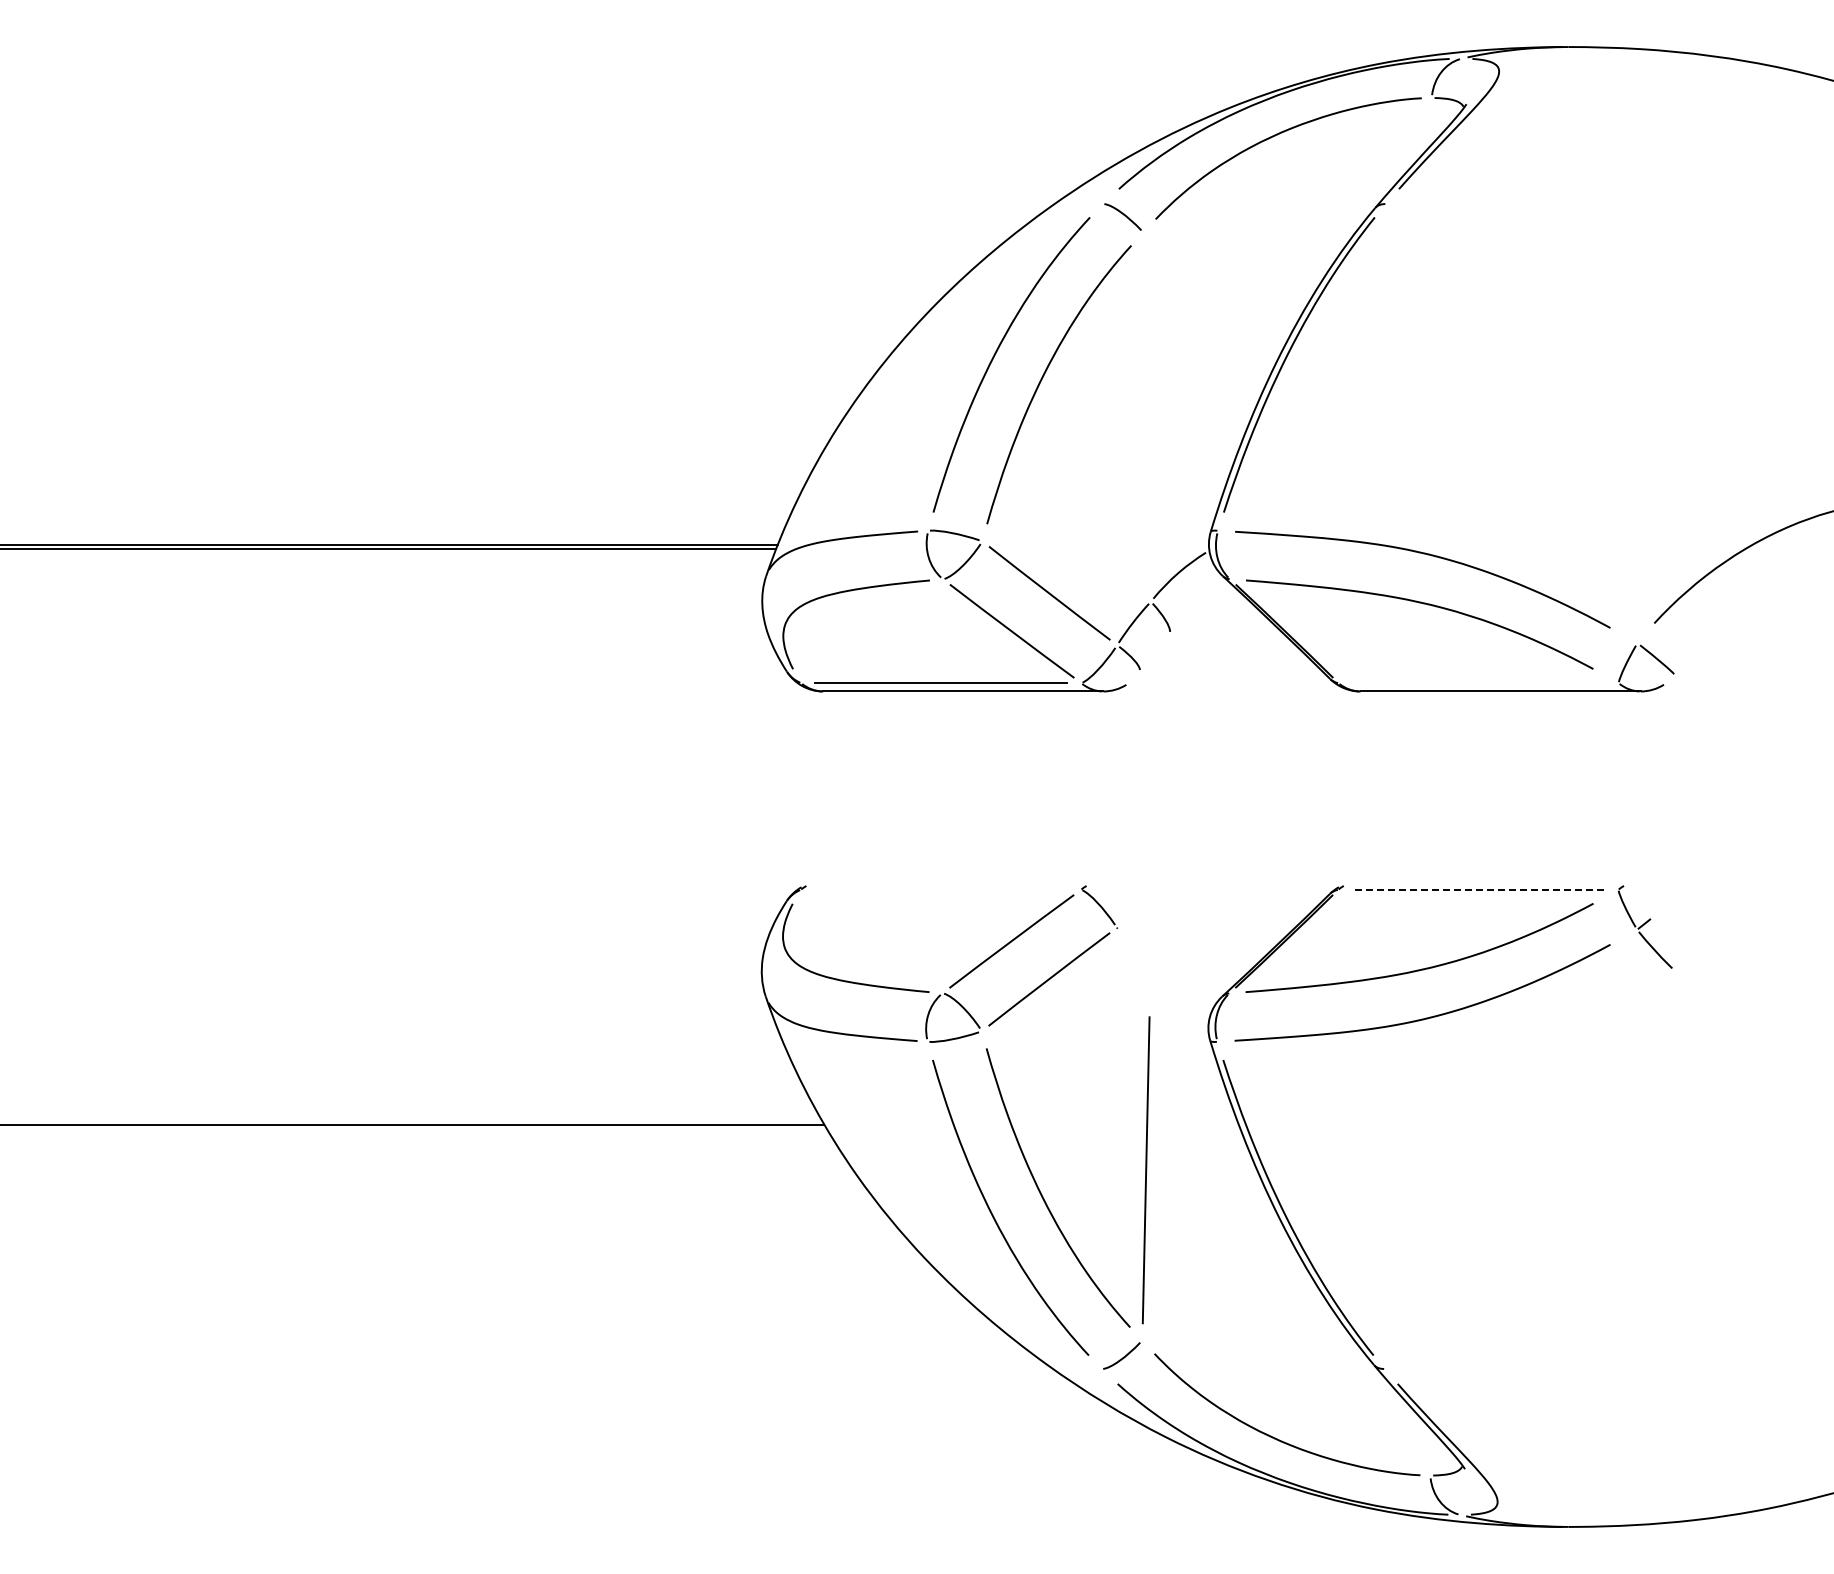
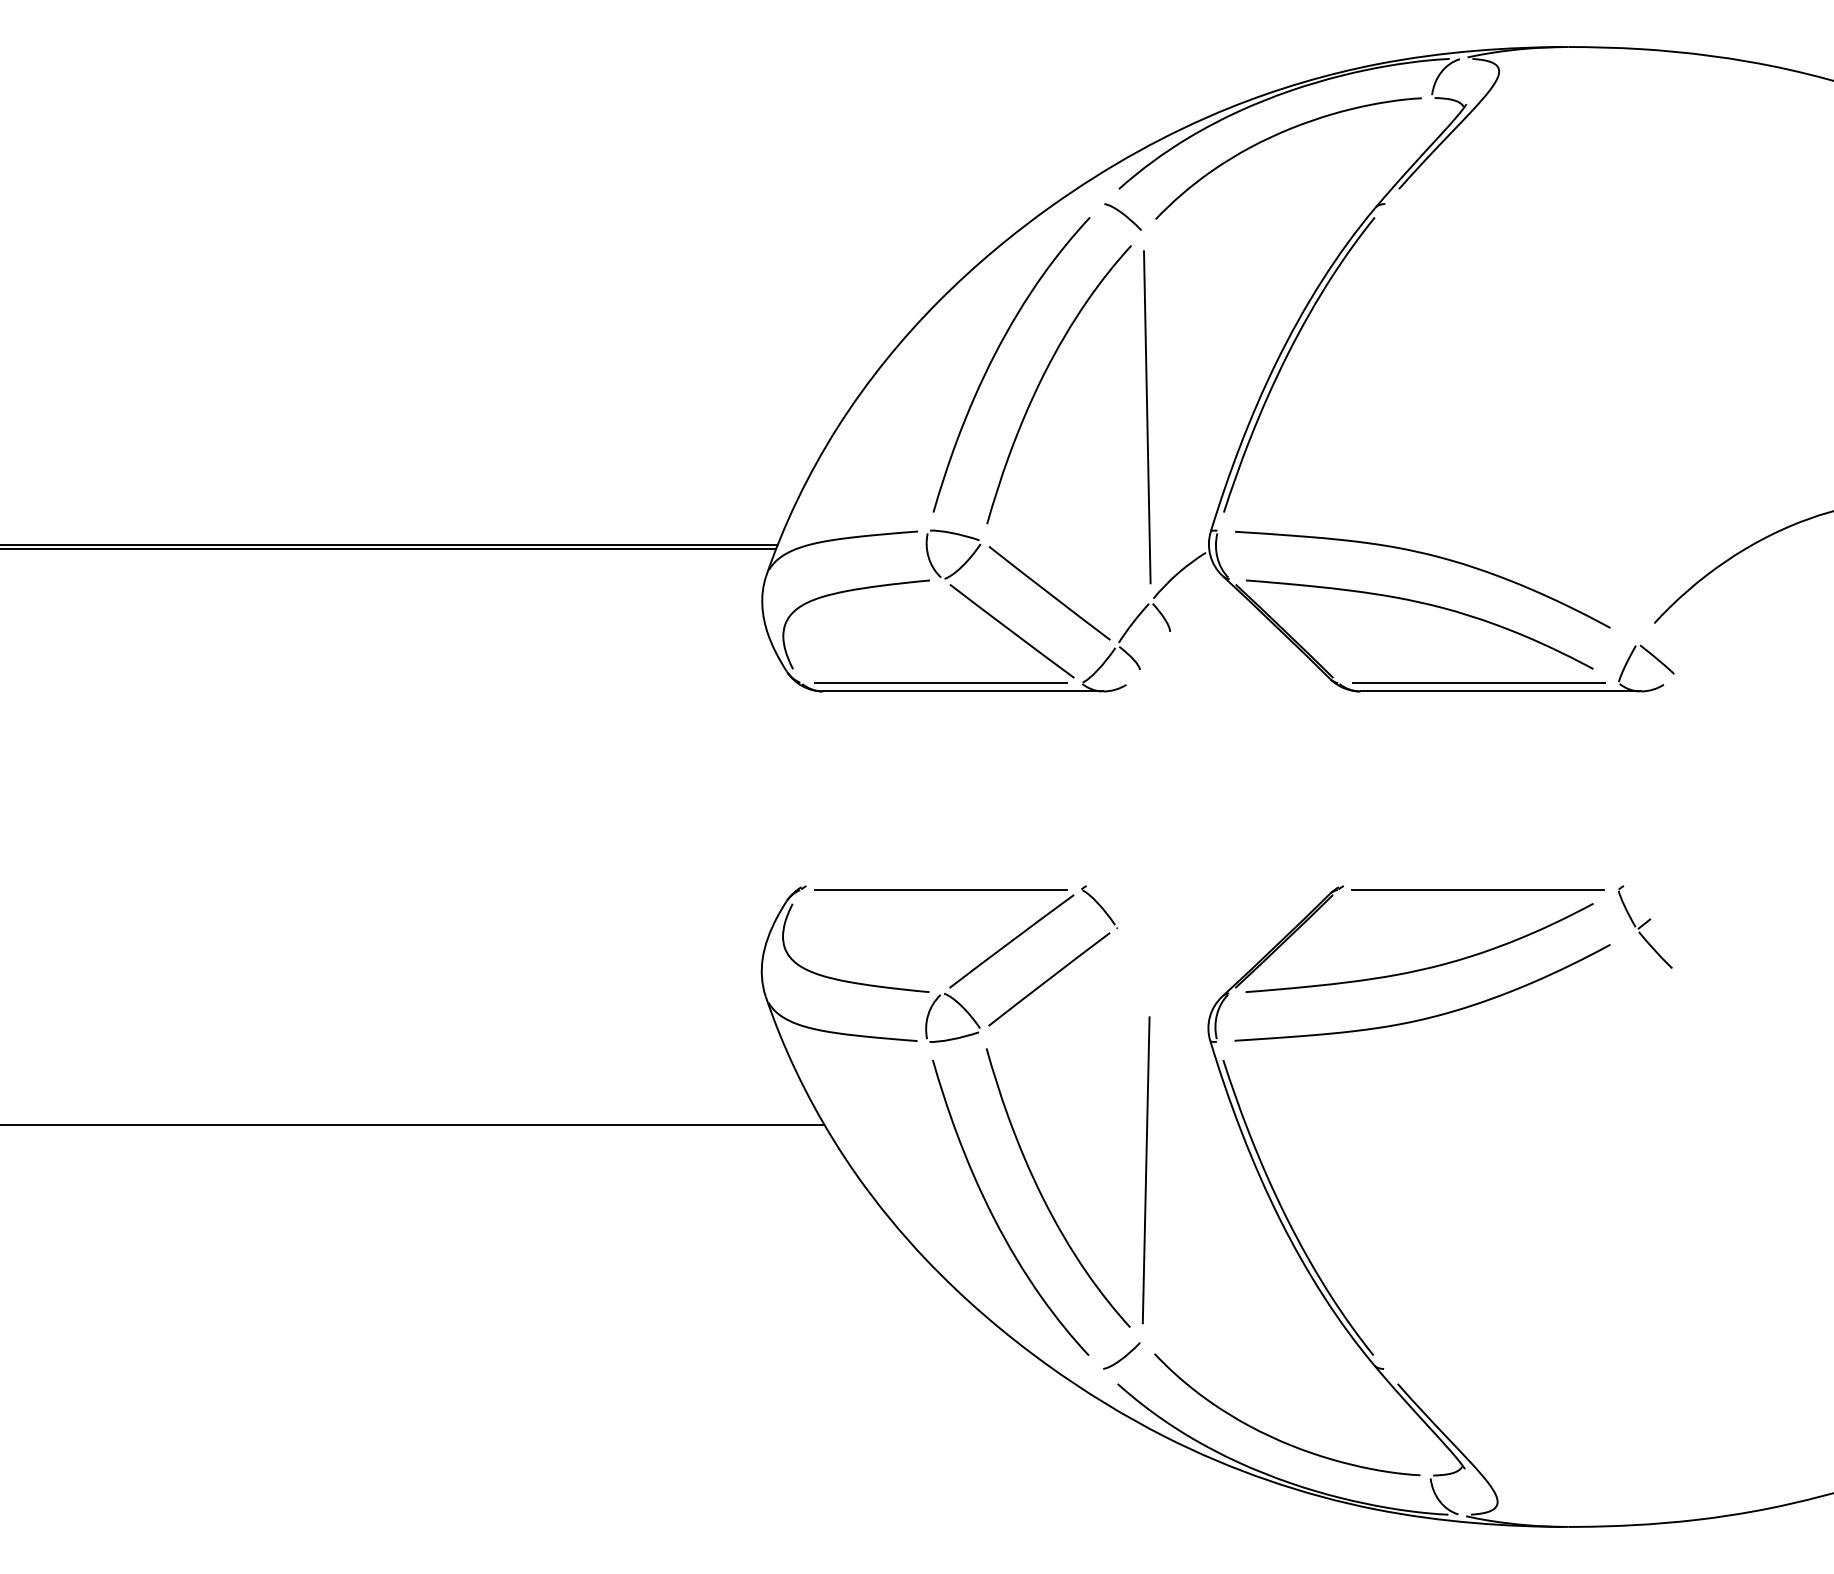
line at (1146, 417): none -> present
line at (1478, 683): none -> present
line at (941, 889): none -> present
line at (1477, 889): dashed -> solid
